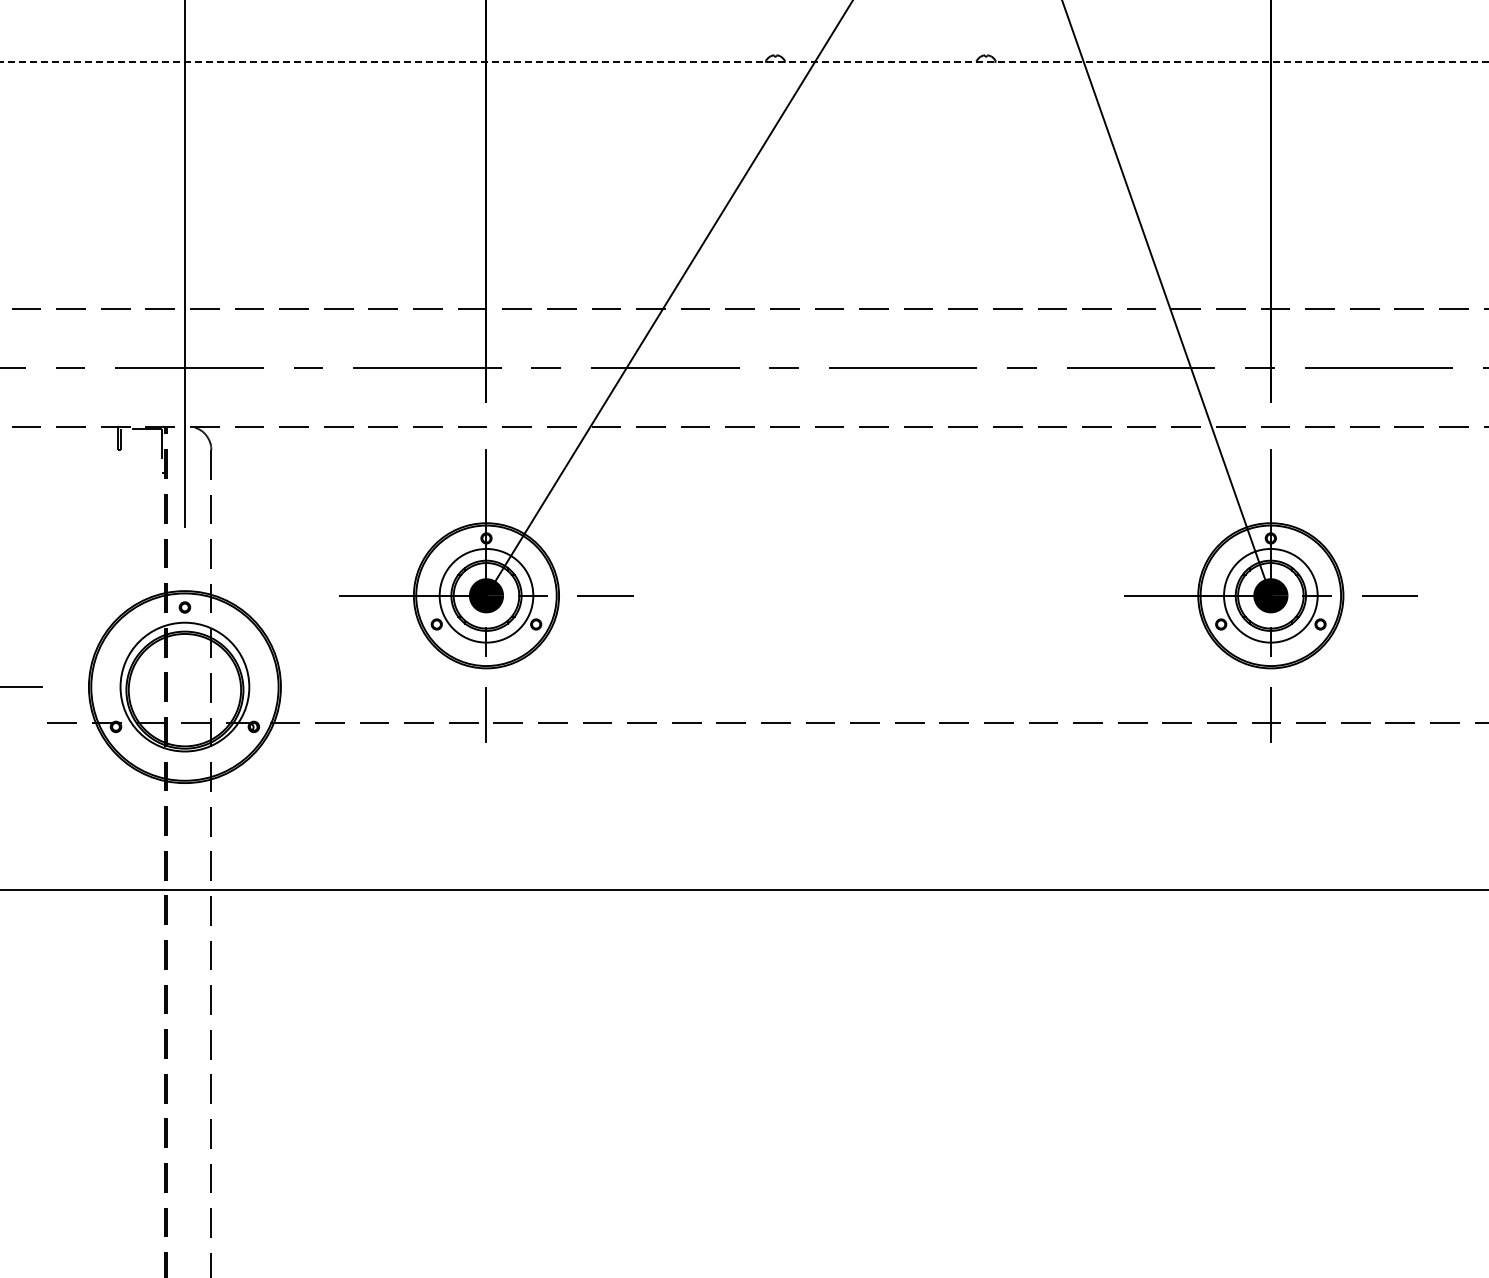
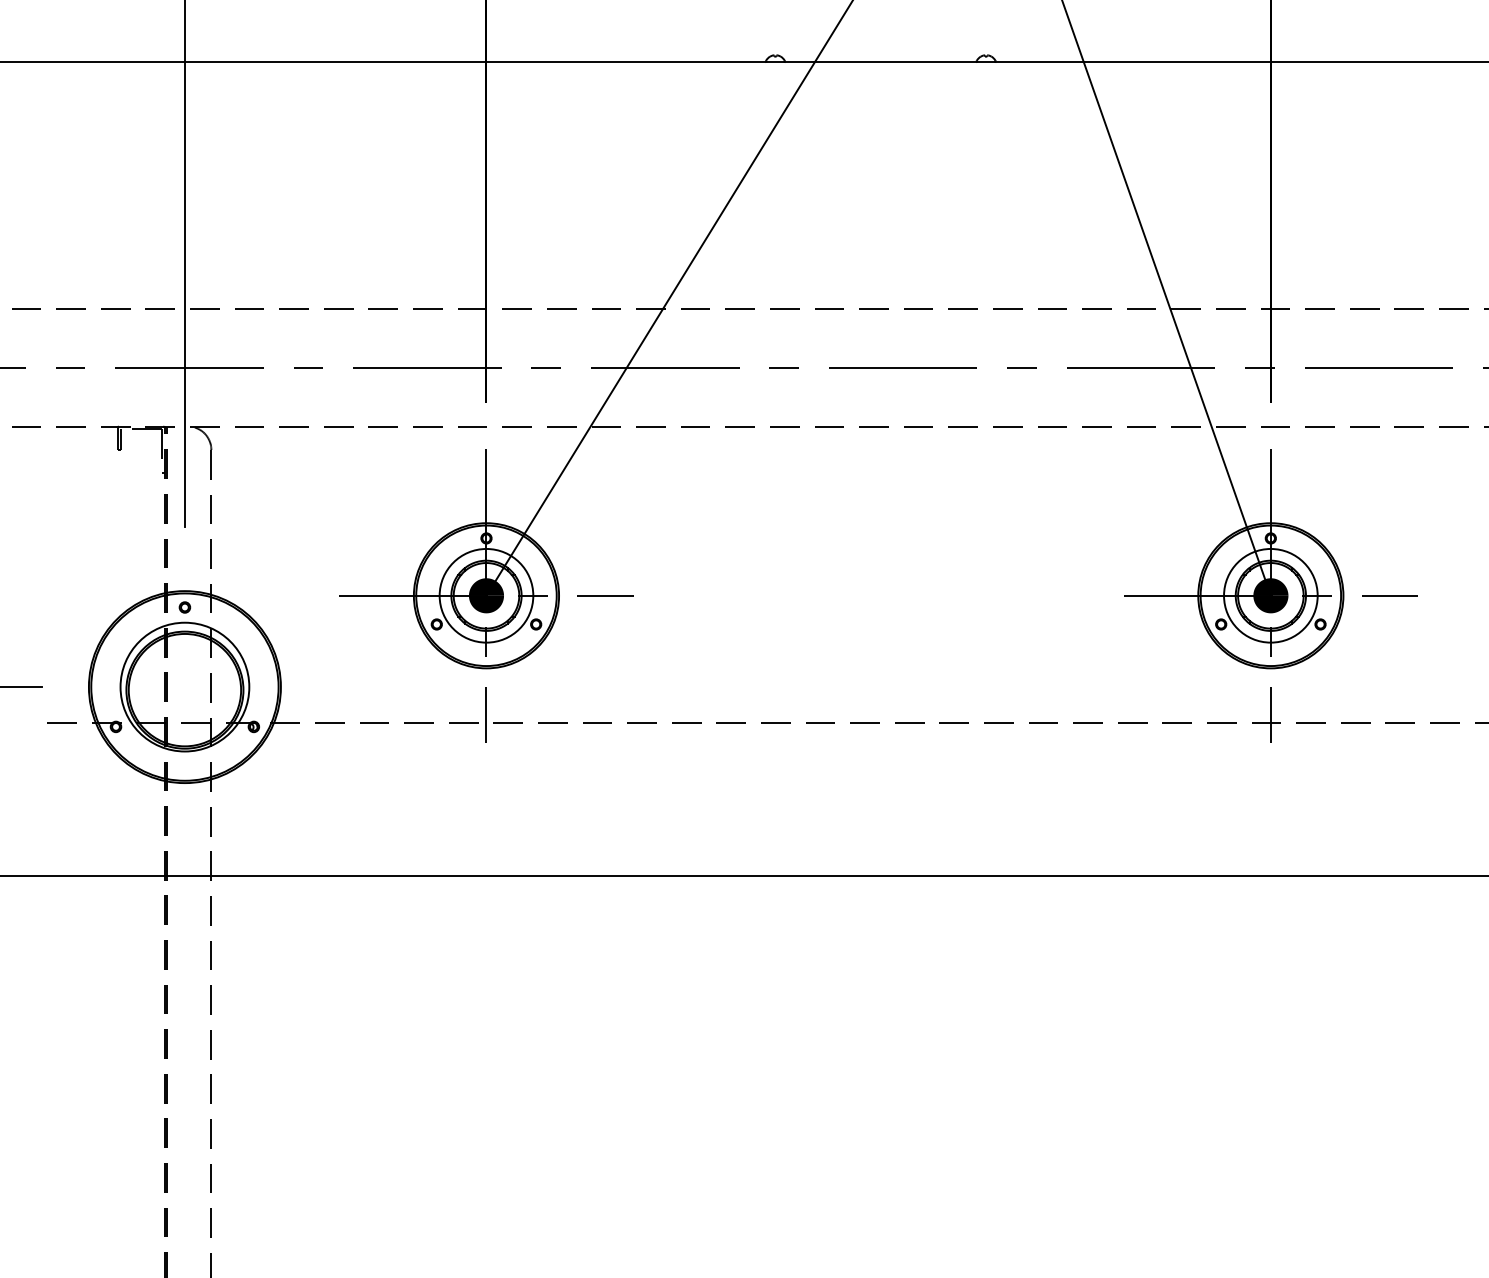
line at (744, 61): dashed -> solid
line at (743, 890) position: (743, 890) -> (743, 876)
